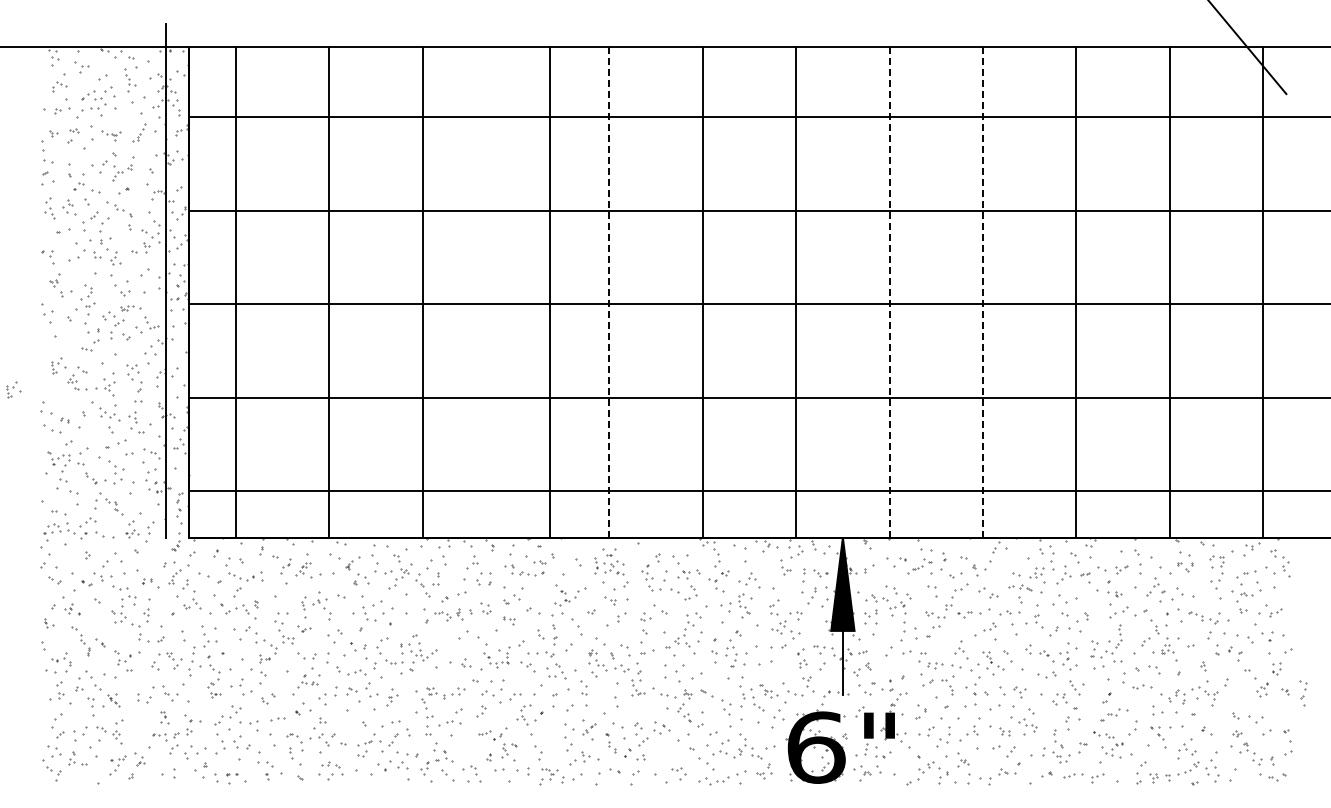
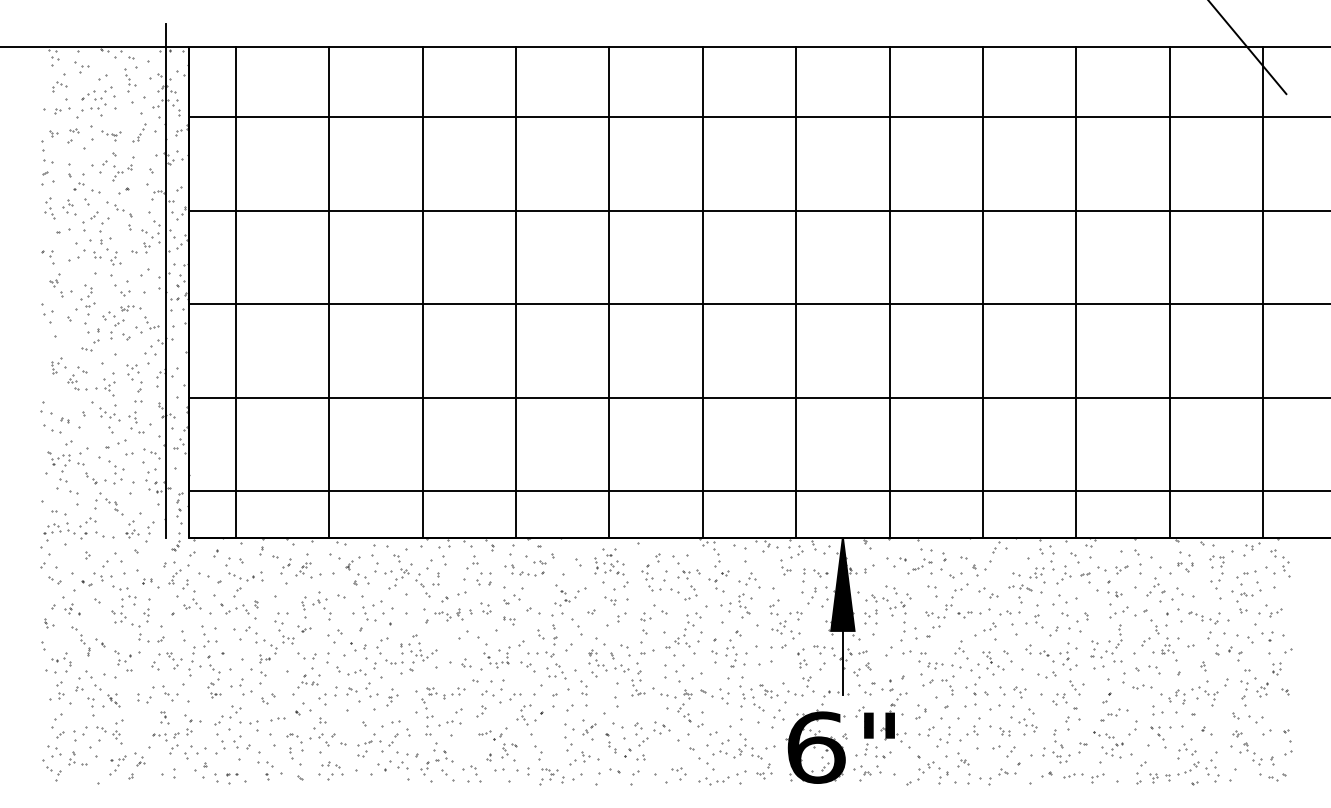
line at (609, 291): dashed -> solid
line at (889, 291): dashed -> solid
line at (982, 291): dashed -> solid
line at (550, 292) position: (550, 292) -> (516, 292)
part at (13, 389): present -> none
part at (1303, 693) position: (1303, 693) -> (1244, 693)
part at (726, 707) position: (726, 707) -> (724, 696)
